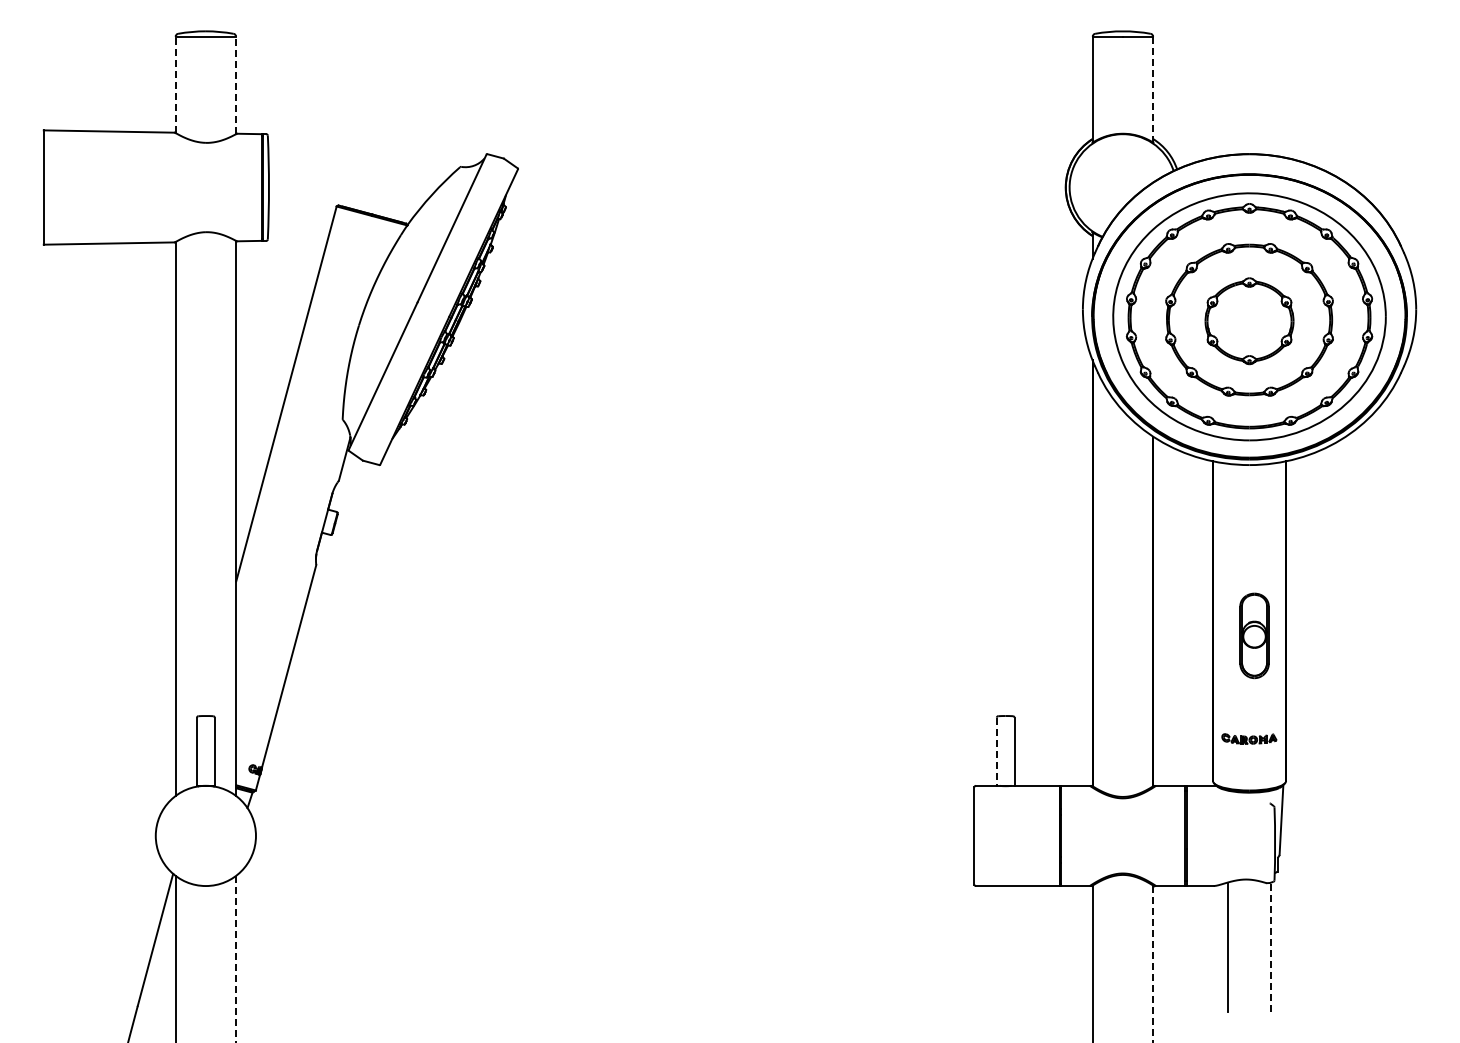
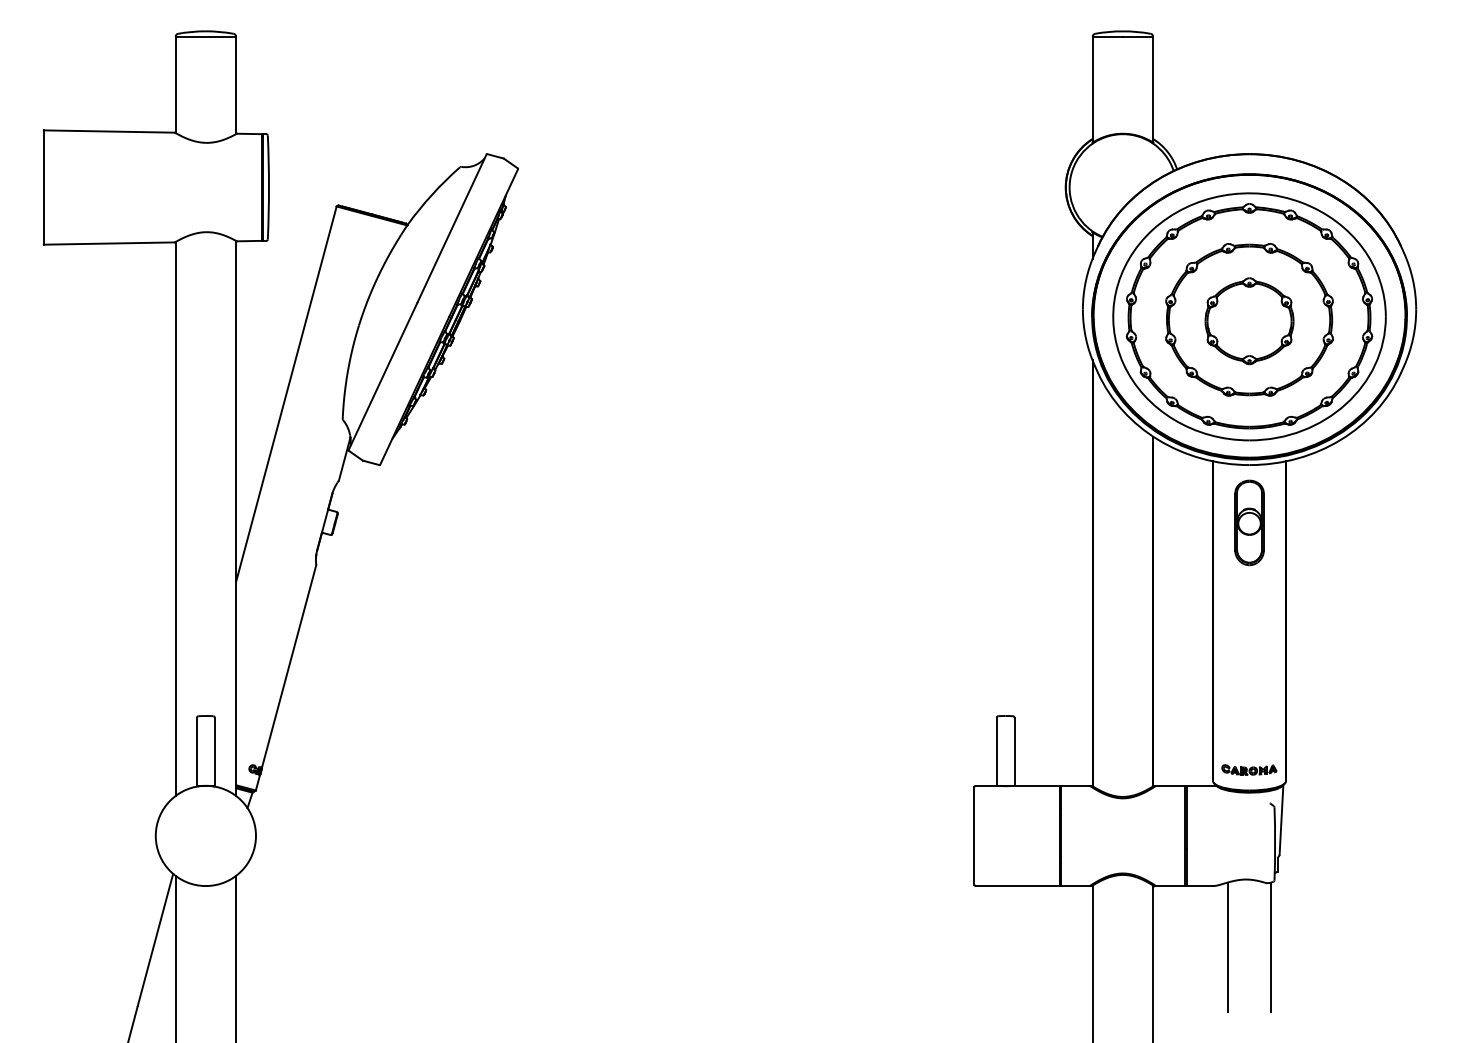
line at (175, 85): dashed -> solid
line at (236, 85): dashed -> solid
line at (1153, 89): dashed -> solid
part at (1254, 635) position: (1254, 635) -> (1249, 522)
part at (1249, 738) position: (1249, 738) -> (1249, 769)
line at (996, 752): dashed -> solid
line at (1271, 947): dashed -> solid
line at (236, 958): dashed -> solid
line at (1153, 964): dashed -> solid
